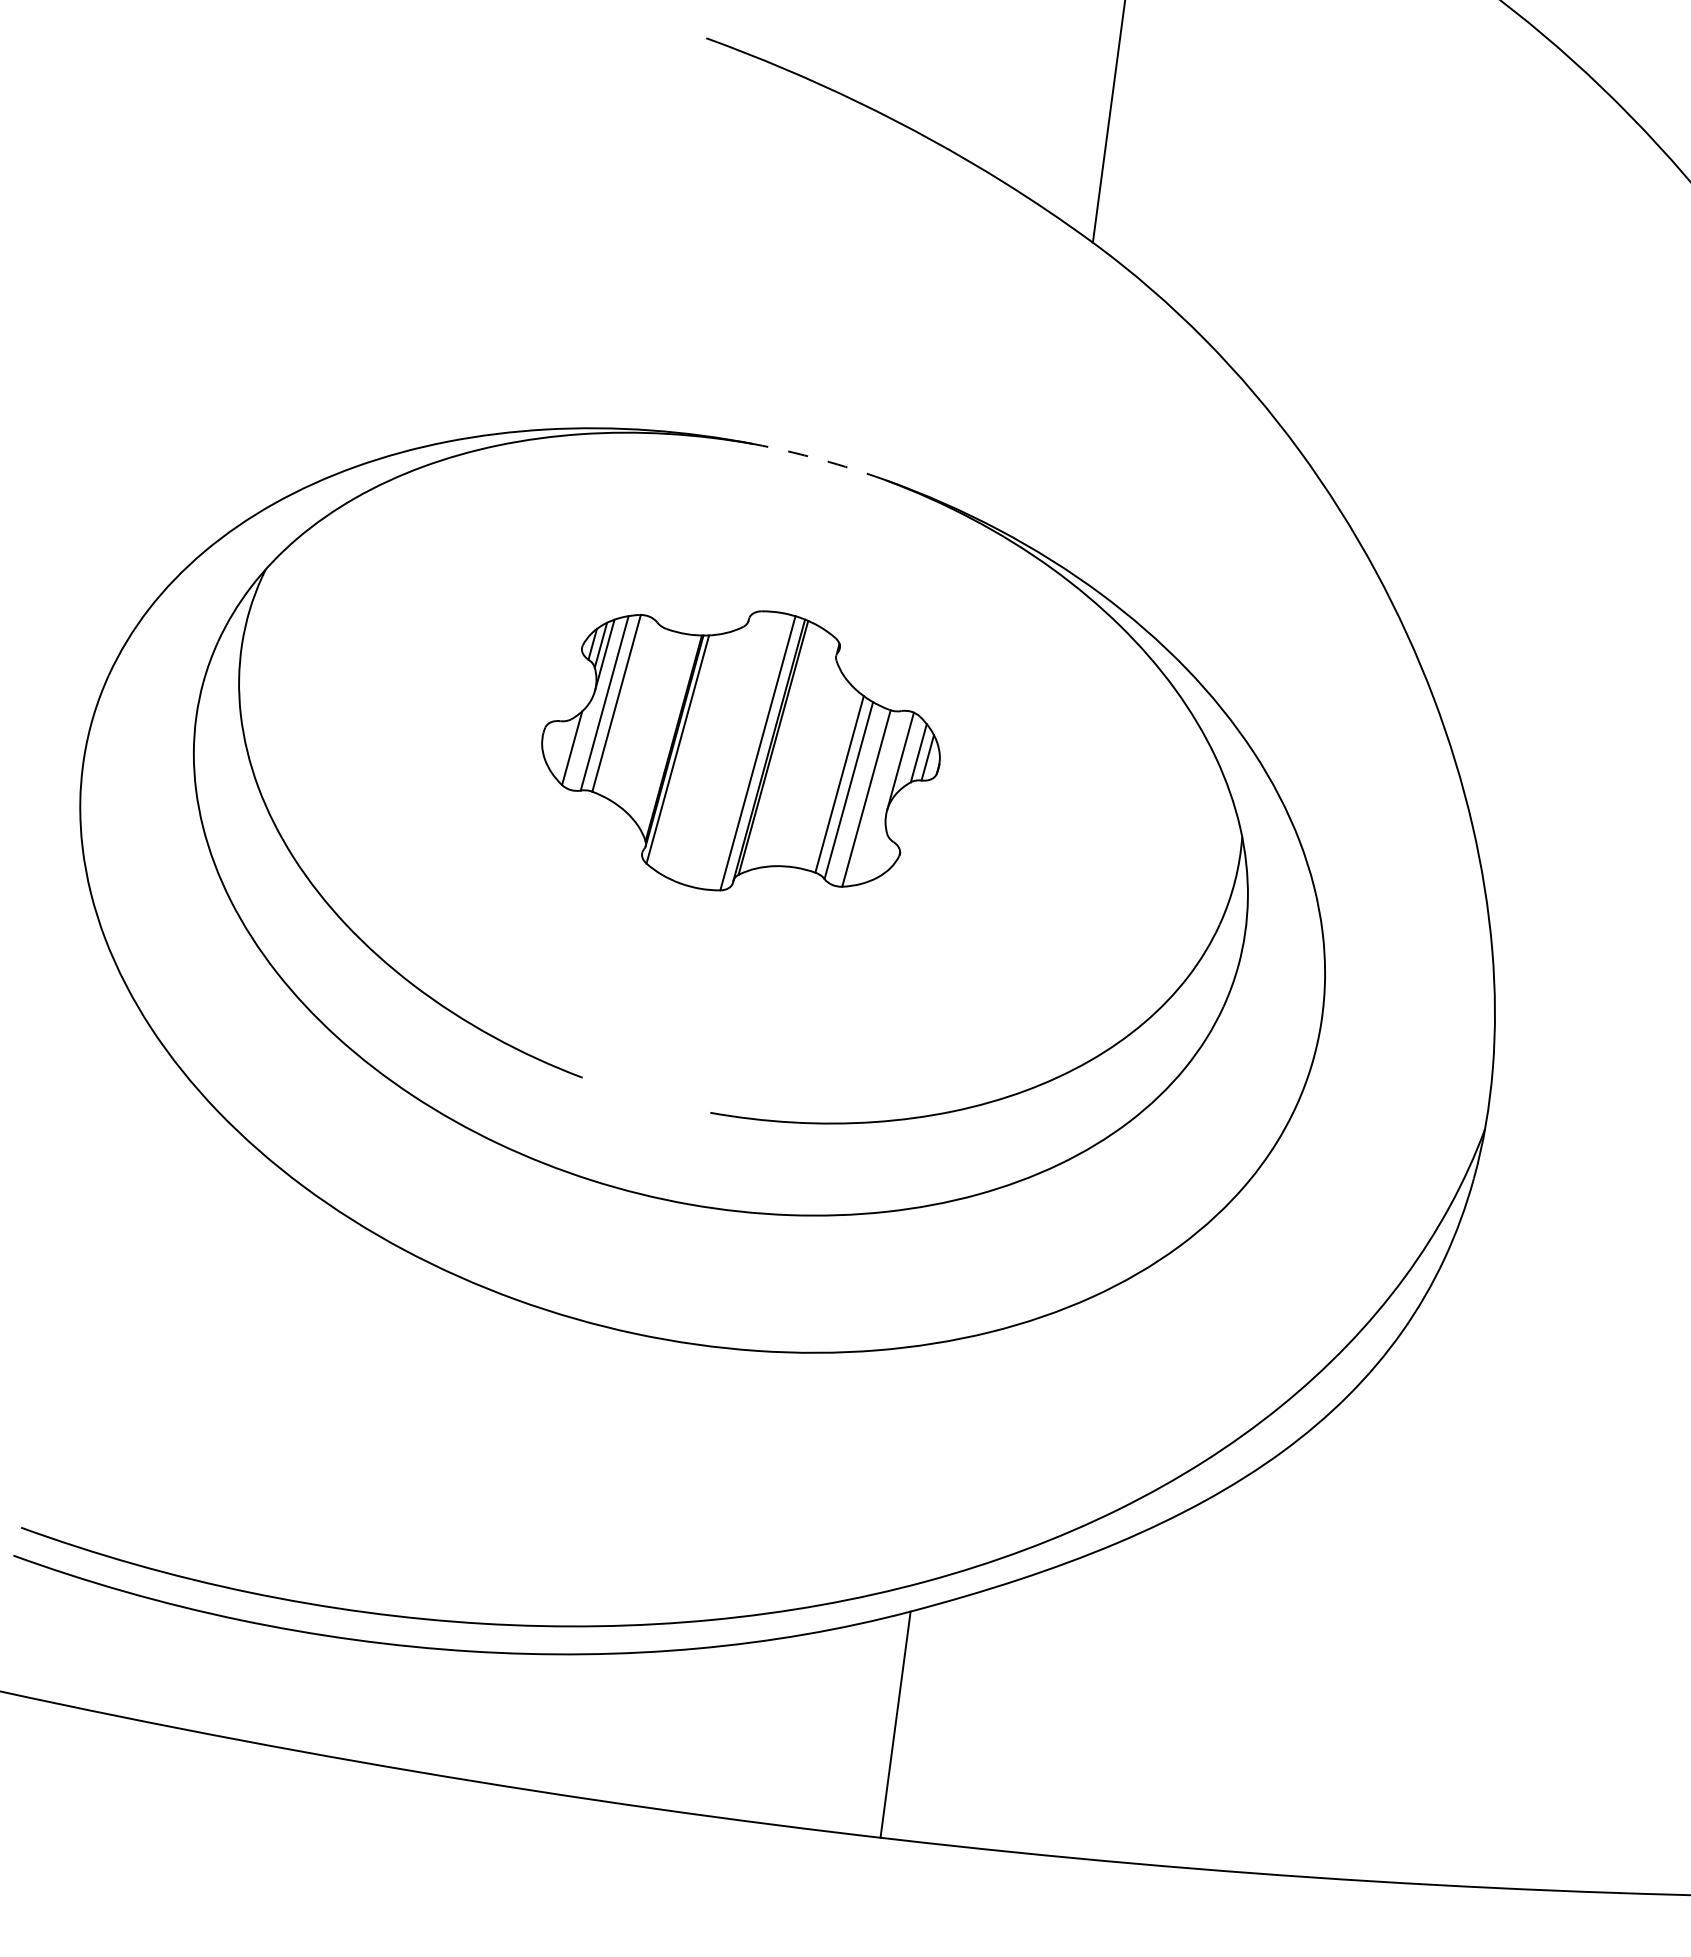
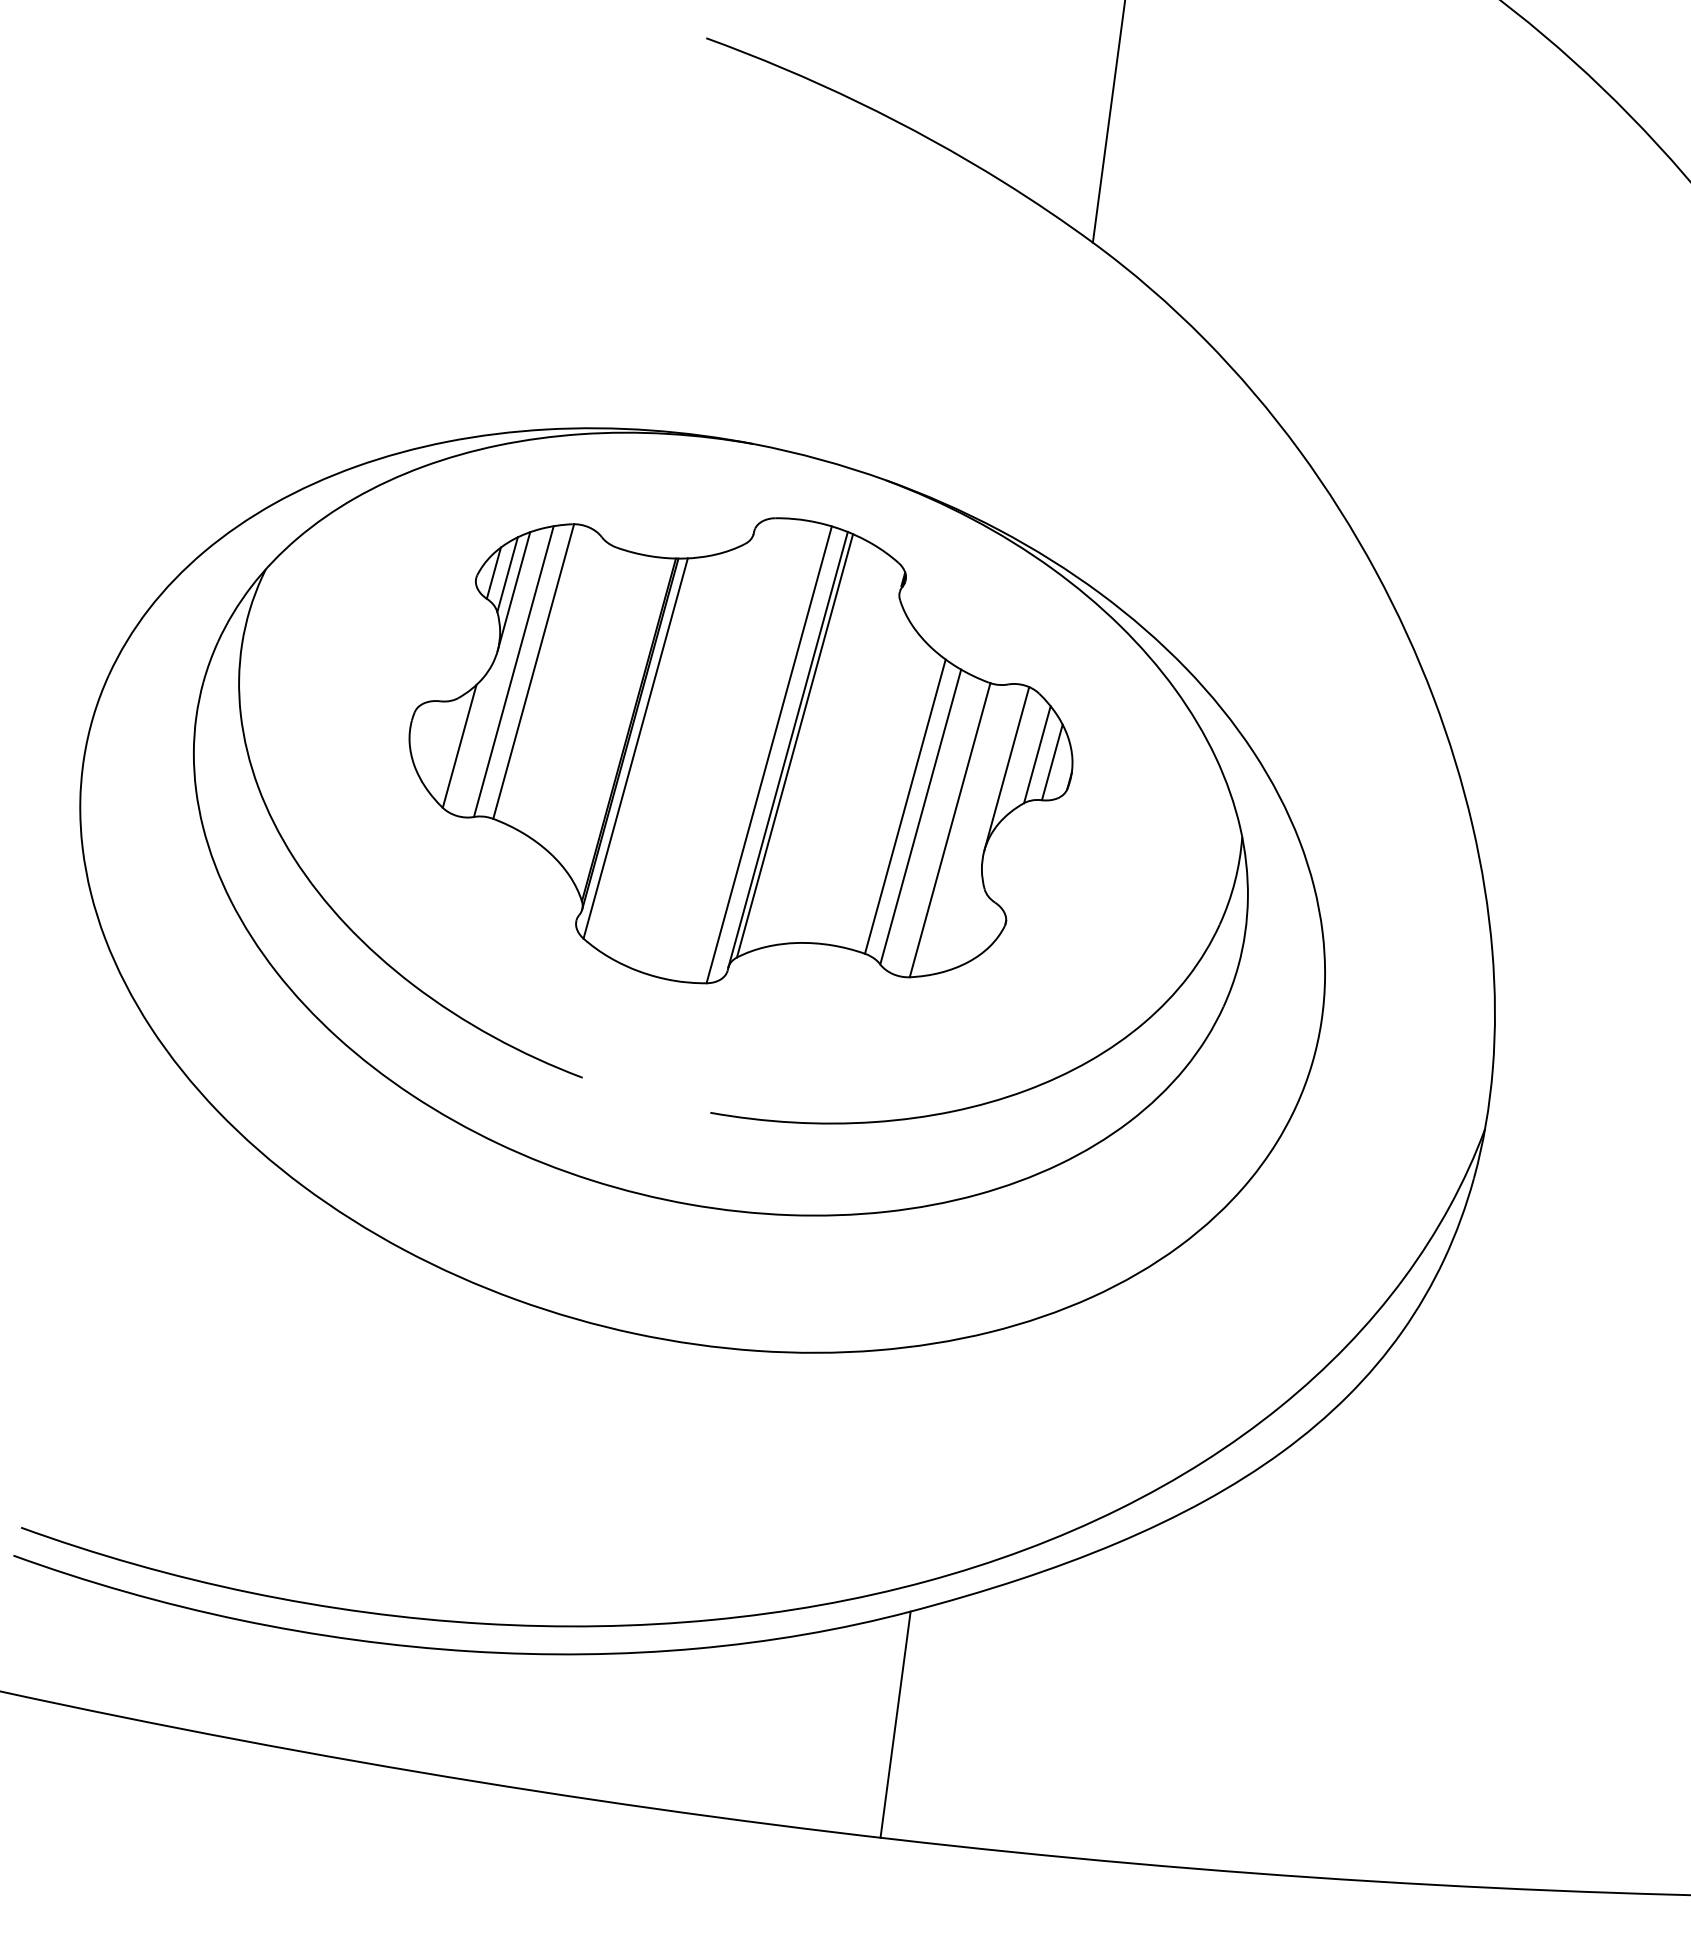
arc at (820, 459): dashed -> solid
part at (740, 750) size: 400x282 px -> 666x468 px
